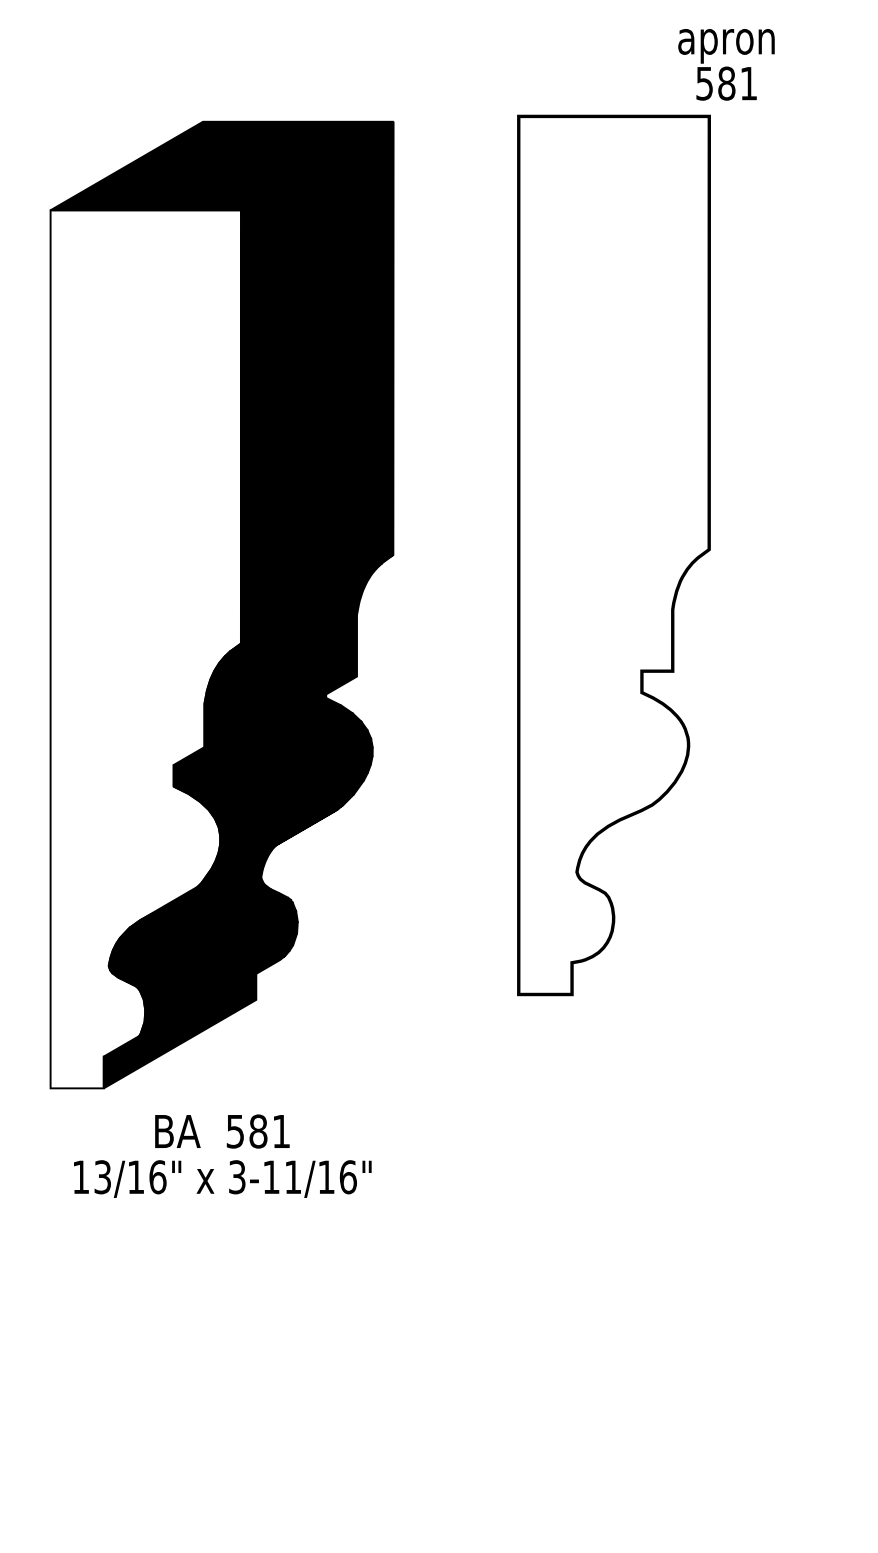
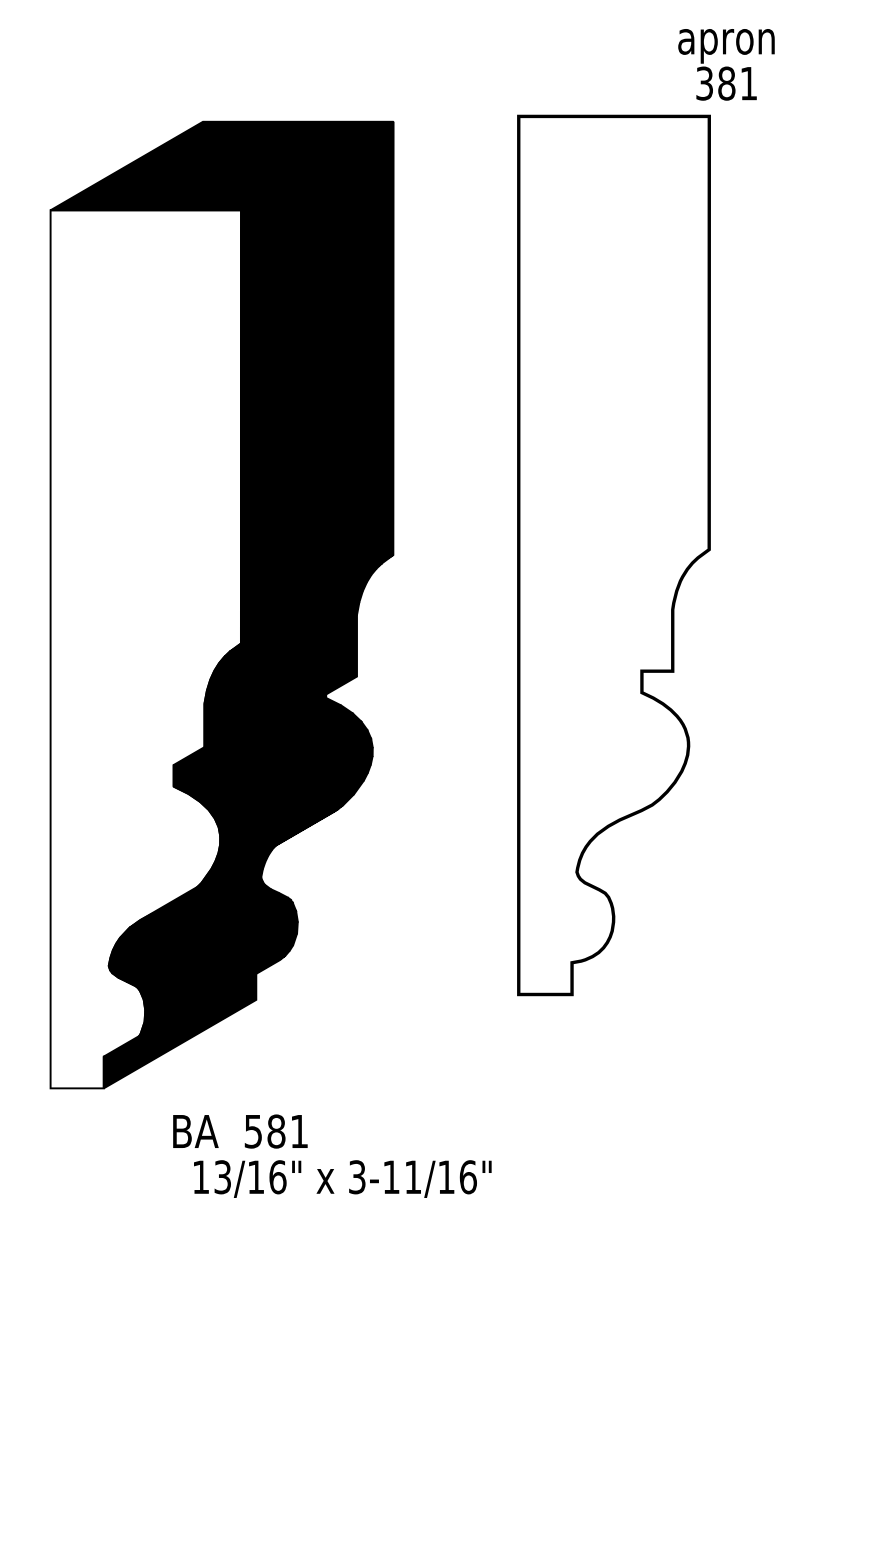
text at (704, 83): 581 -> 381
text at (222, 1131) position: (222, 1131) -> (240, 1131)
text at (222, 1178) position: (222, 1178) -> (342, 1178)
